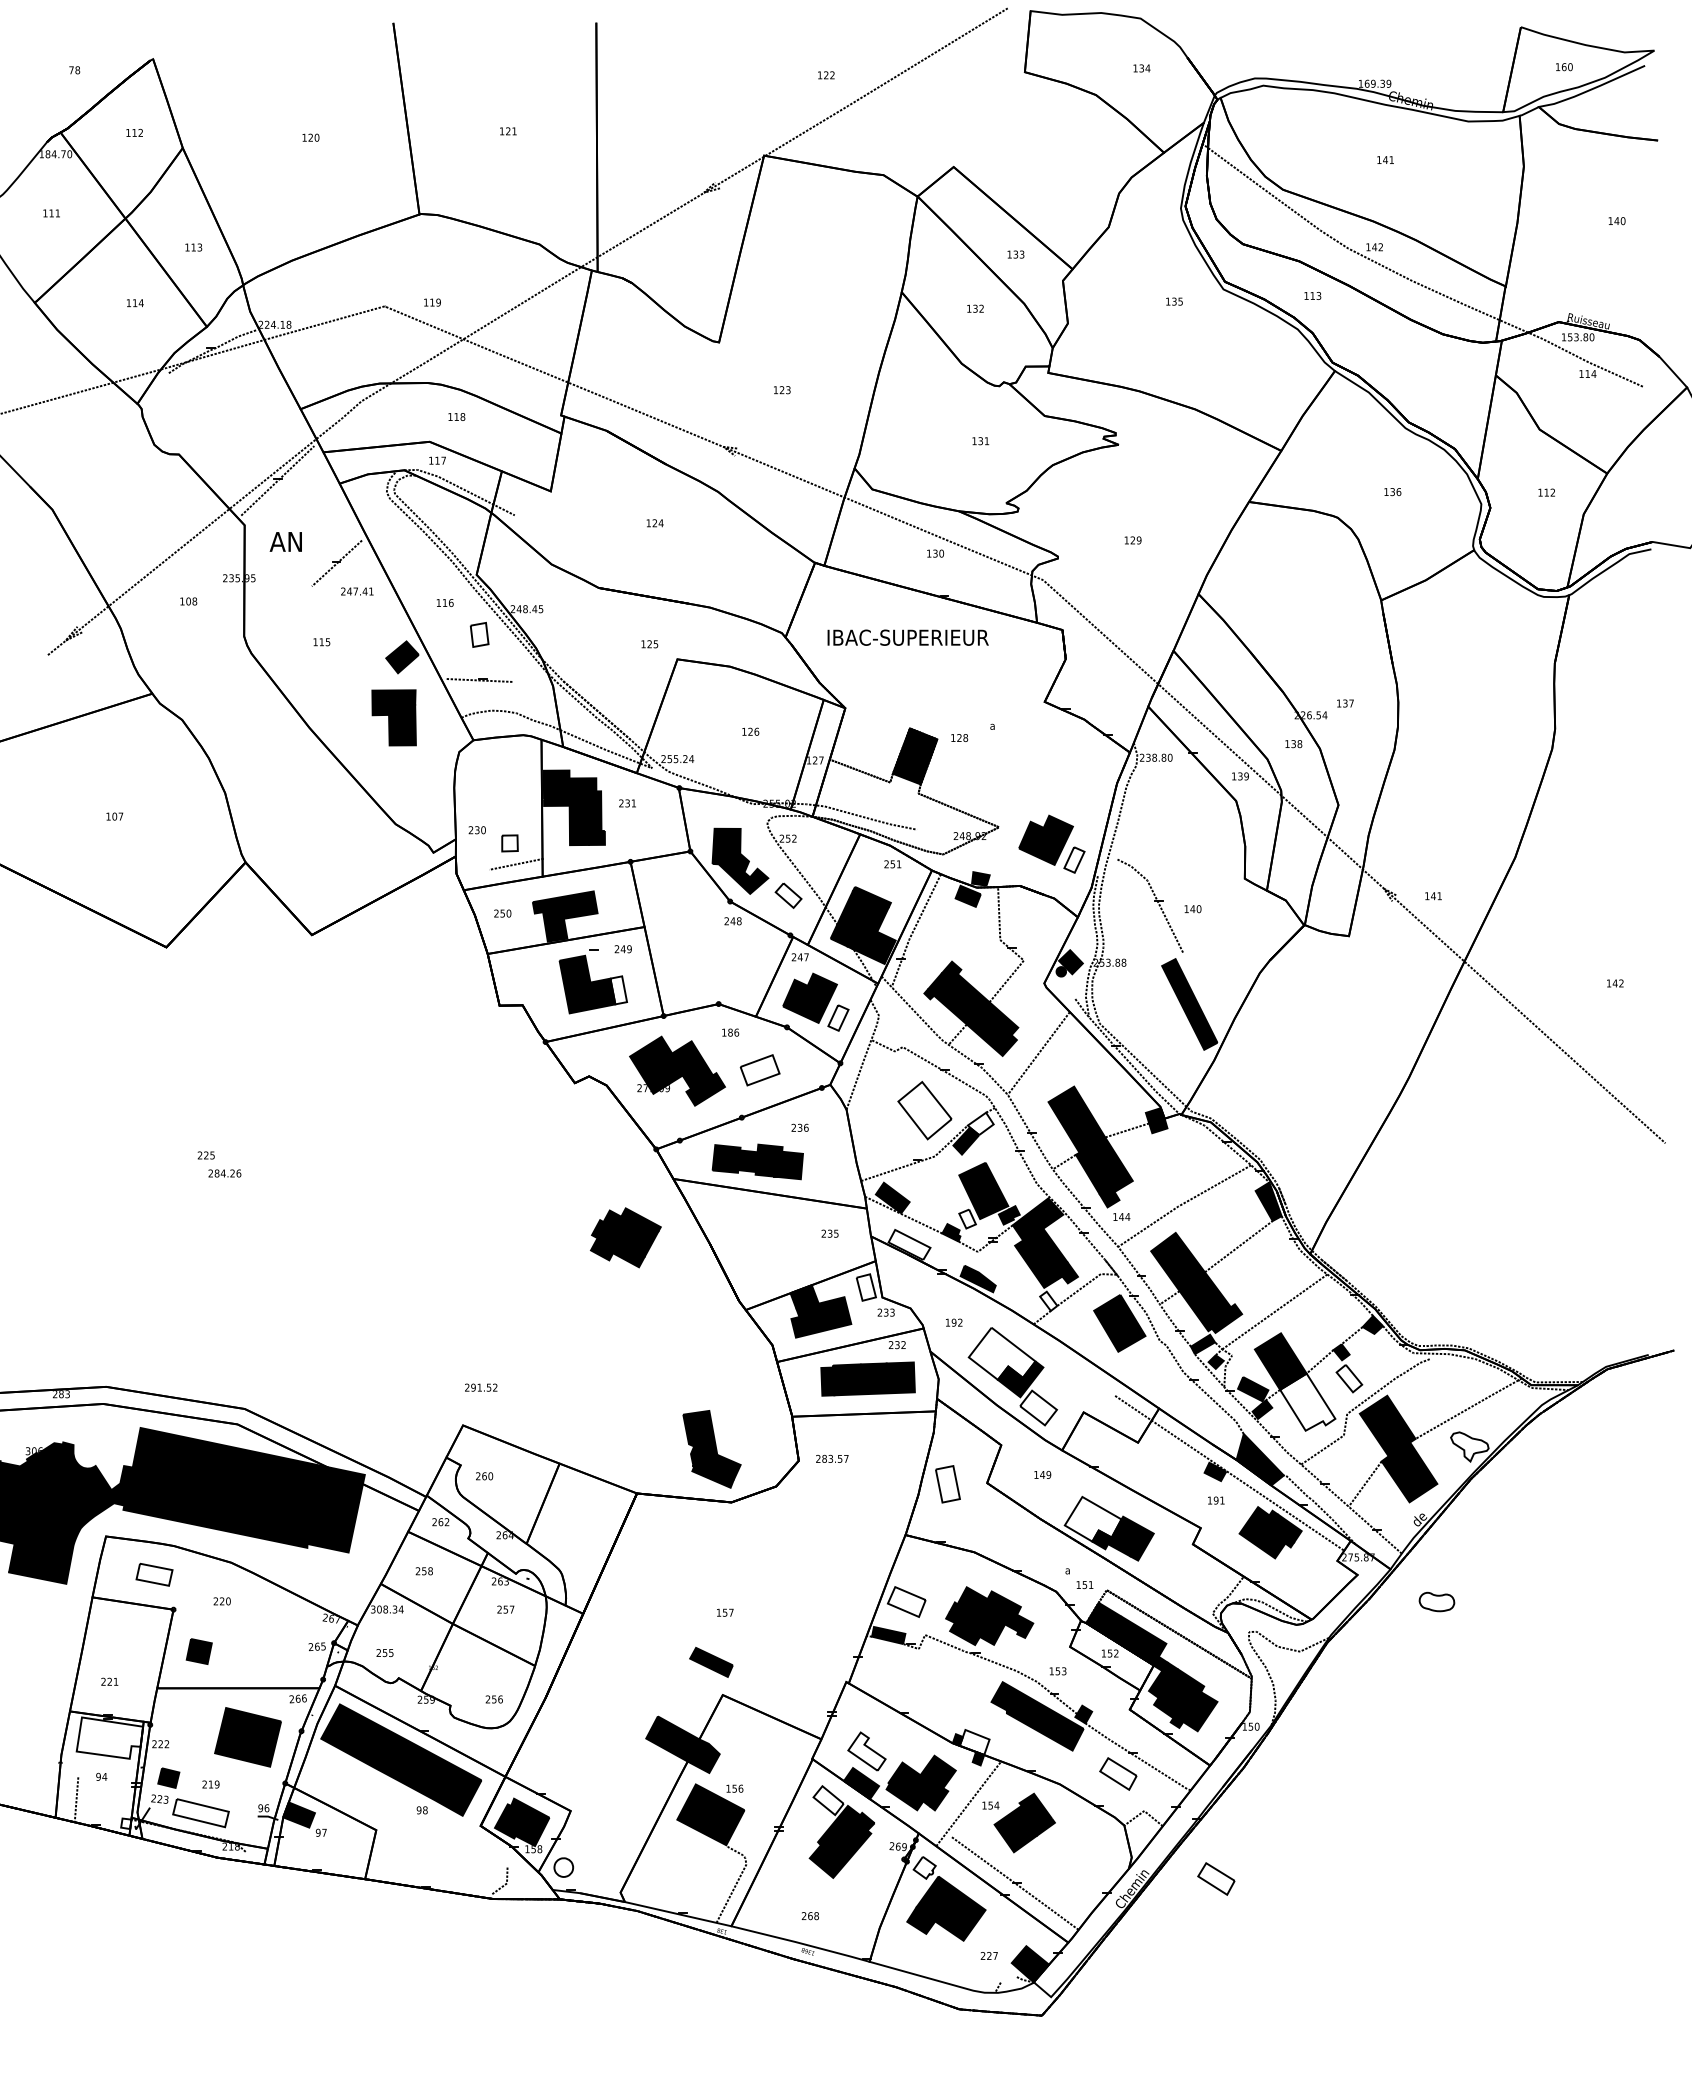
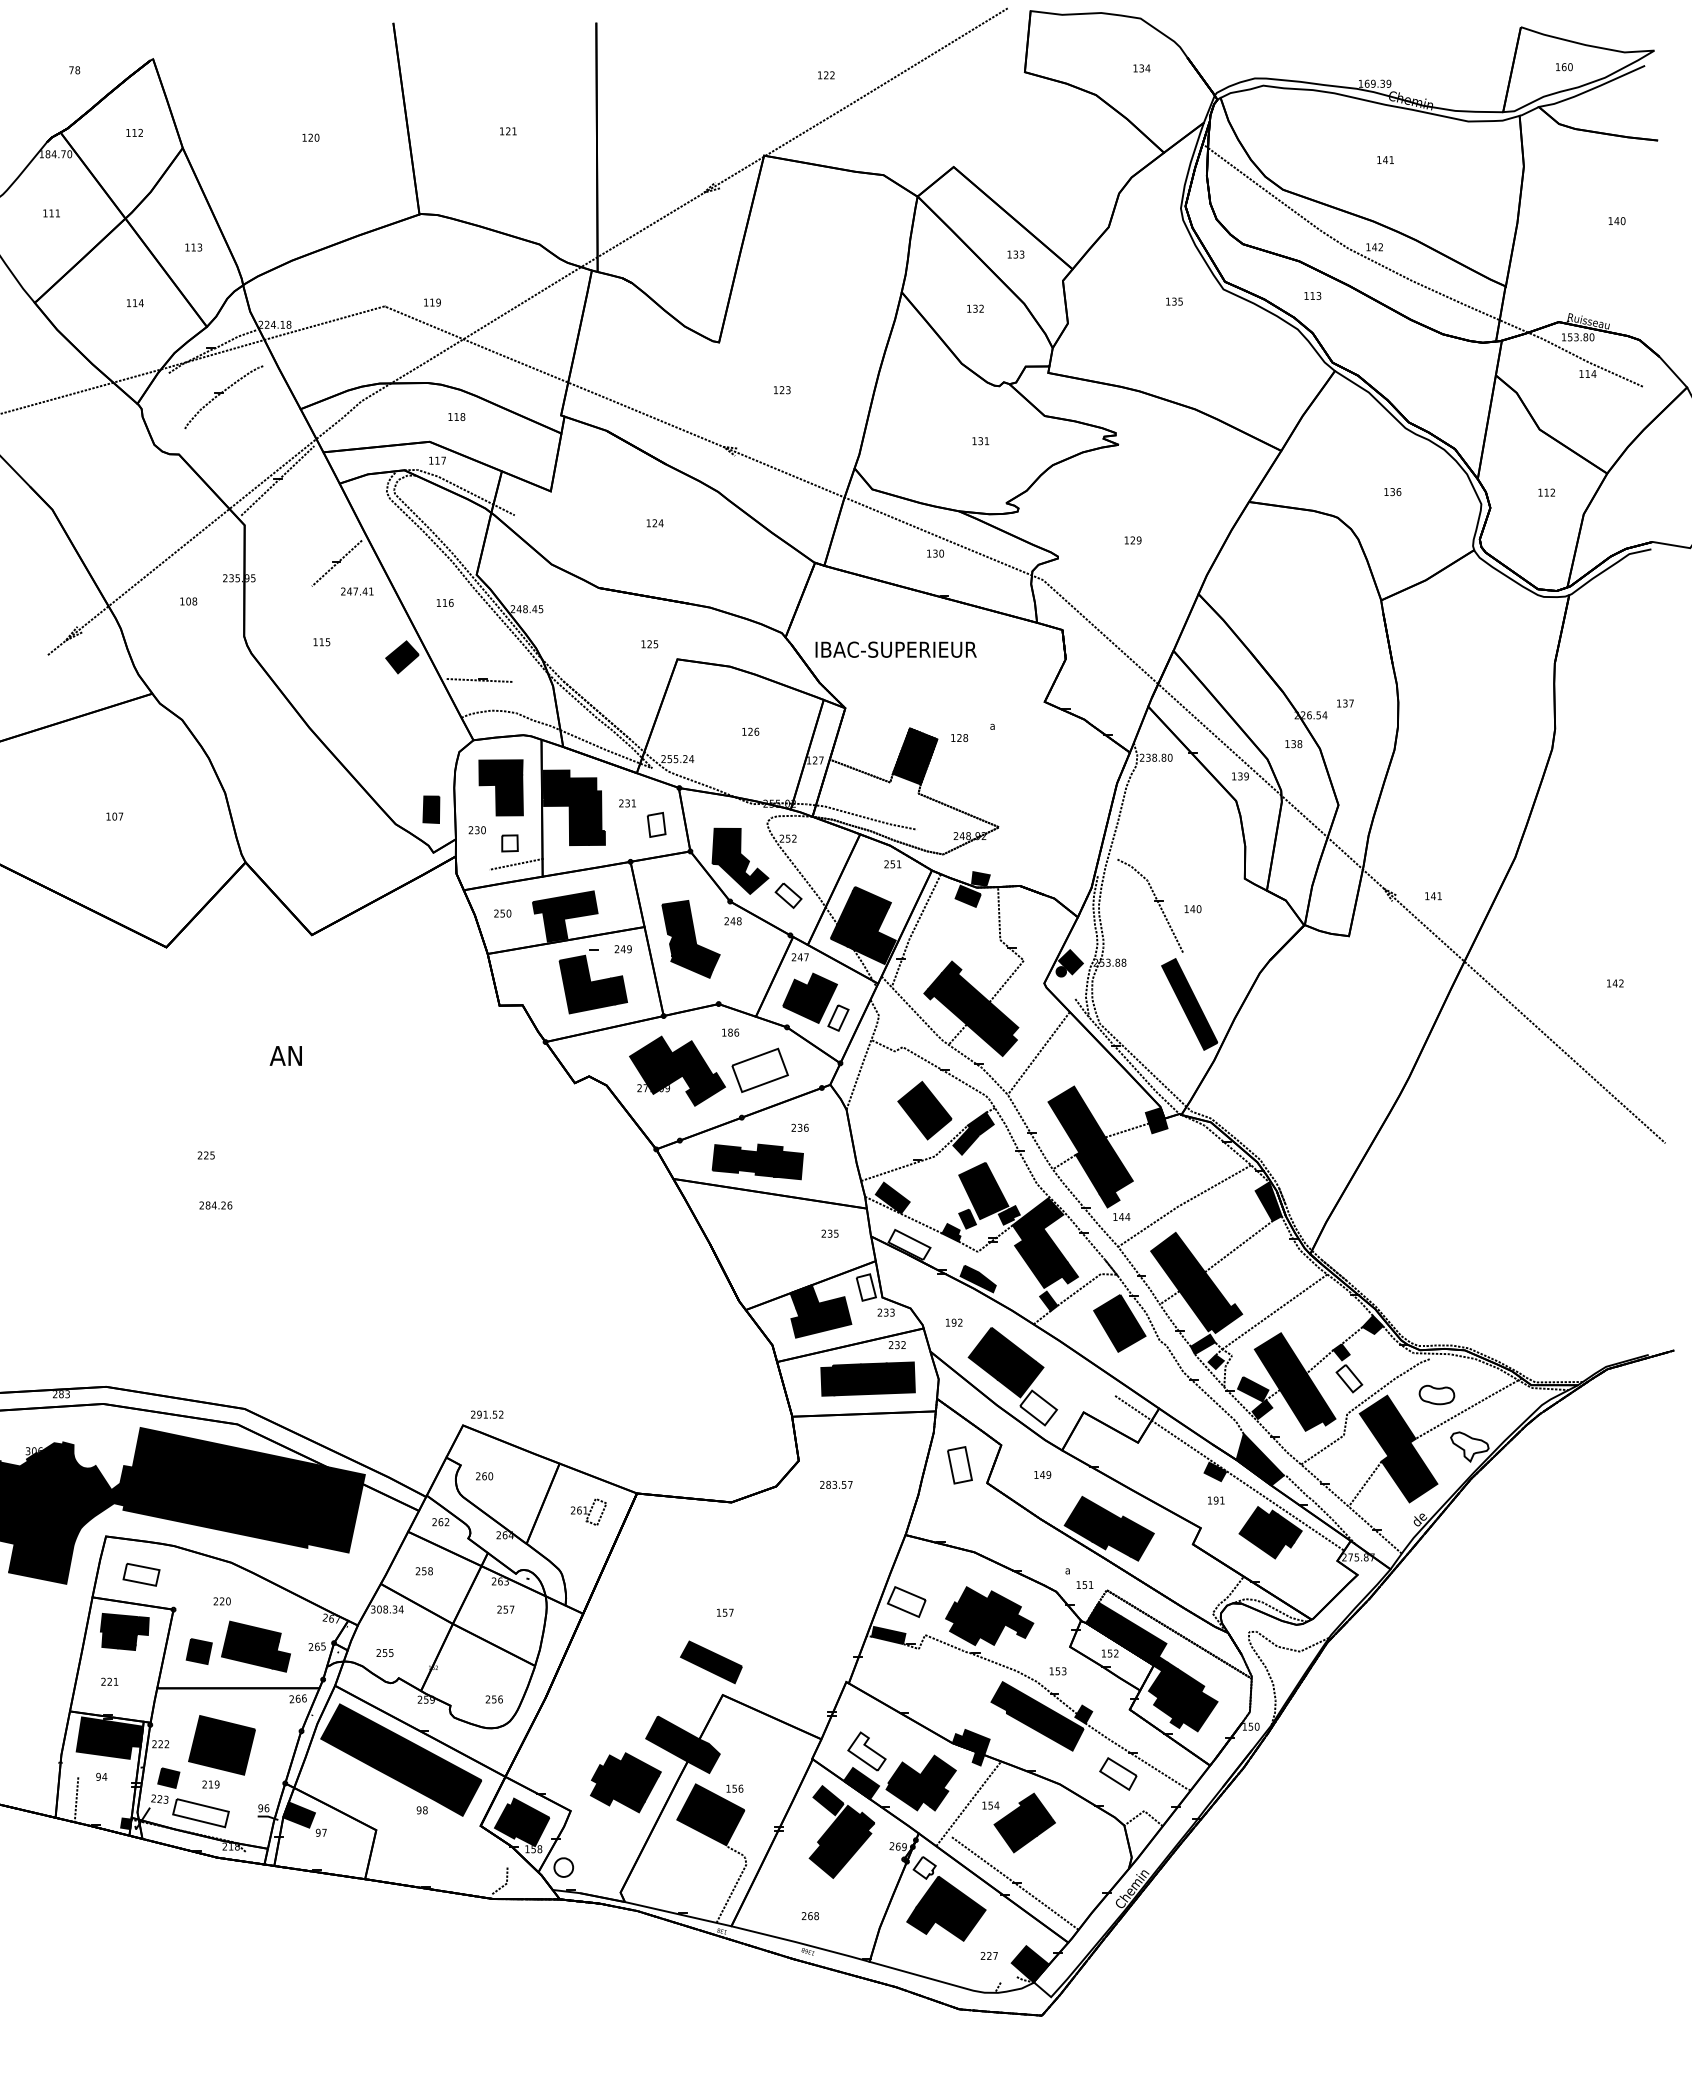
part at (223, 396): none -> present
text at (285, 541) position: (285, 541) -> (285, 1055)
part at (479, 634) position: (479, 634) -> (656, 824)
text at (907, 637) position: (907, 637) -> (895, 649)
part at (393, 717) position: (393, 717) -> (500, 787)
part at (431, 809): none -> present
part at (1051, 843): present -> none
fill at (618, 990): none -> present
part at (759, 1070) size: 42x33 px -> 58x46 px
fill at (924, 1110): none -> present
fill at (980, 1123): none -> present
text at (224, 1173) position: (224, 1173) -> (215, 1205)
fill at (967, 1218): none -> present
part at (625, 1237) position: (625, 1237) -> (625, 1782)
fill at (1048, 1300): none -> present
fill at (1001, 1353): none -> present
text at (481, 1387) position: (481, 1387) -> (487, 1414)
fill at (1307, 1401): none -> present
part at (711, 1449) position: (711, 1449) -> (690, 939)
text at (832, 1458) position: (832, 1458) -> (836, 1484)
part at (947, 1484) position: (947, 1484) -> (959, 1465)
part at (588, 1511): none -> present
fill at (1092, 1518): none -> present
part at (154, 1574) position: (154, 1574) -> (141, 1574)
part at (1436, 1601) position: (1436, 1601) -> (1436, 1394)
part at (124, 1631): none -> present
part at (255, 1646): none -> present
part at (711, 1661) size: 45x32 px -> 63x45 px
fill at (109, 1737): none -> present
part at (247, 1737) position: (247, 1737) -> (221, 1745)
fill at (974, 1742): none -> present
fill at (828, 1800): none -> present
fill at (126, 1823): none -> present
part at (1216, 1878): present -> none
